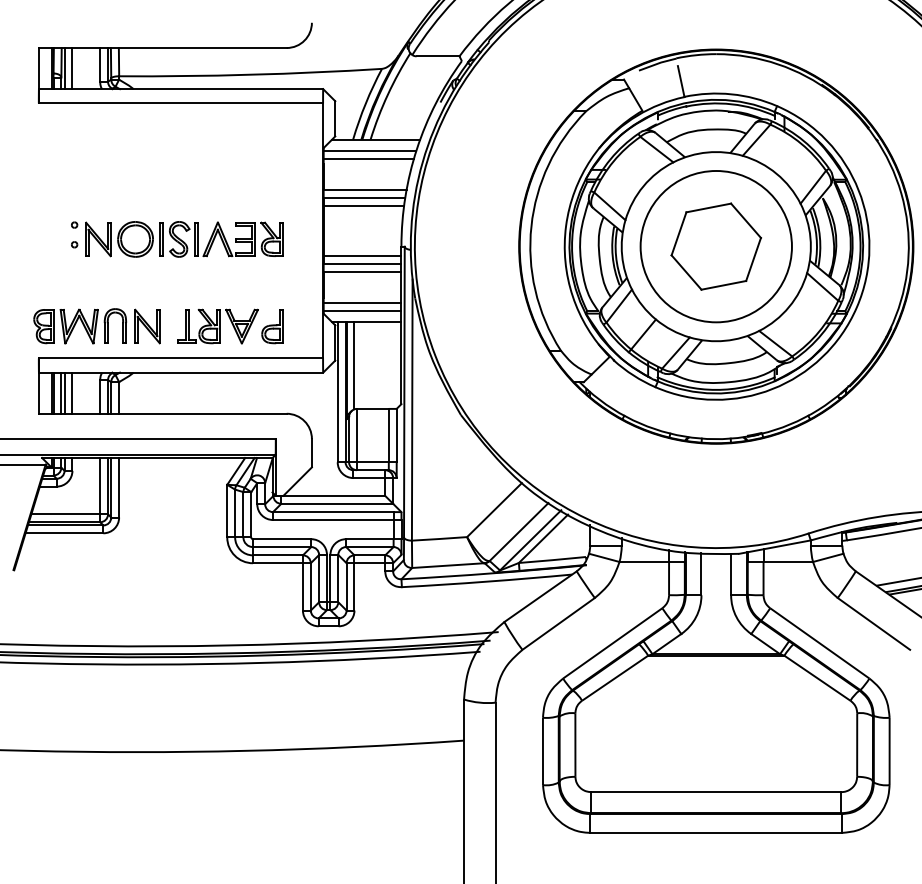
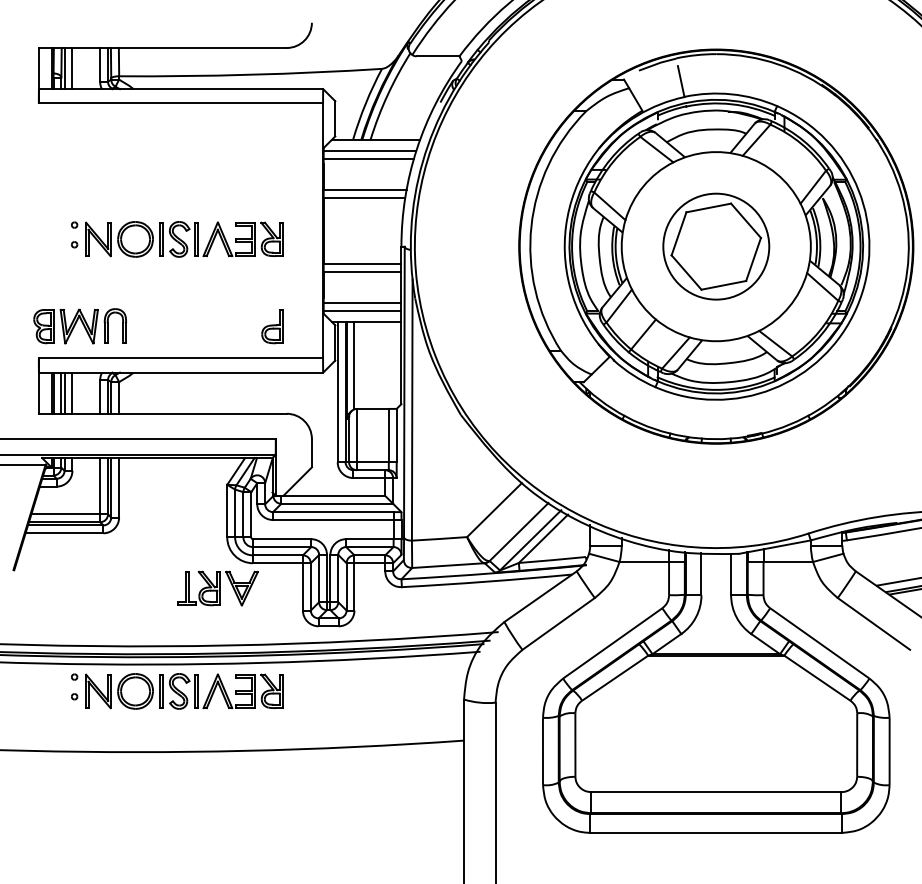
line at (363, 205): present -> none
circle at (715, 246) diameter: 151 px -> 106 px
line at (362, 256): present -> none
part at (147, 326): present -> none
part at (217, 326) position: (217, 326) -> (217, 588)
part at (177, 691): none -> present
